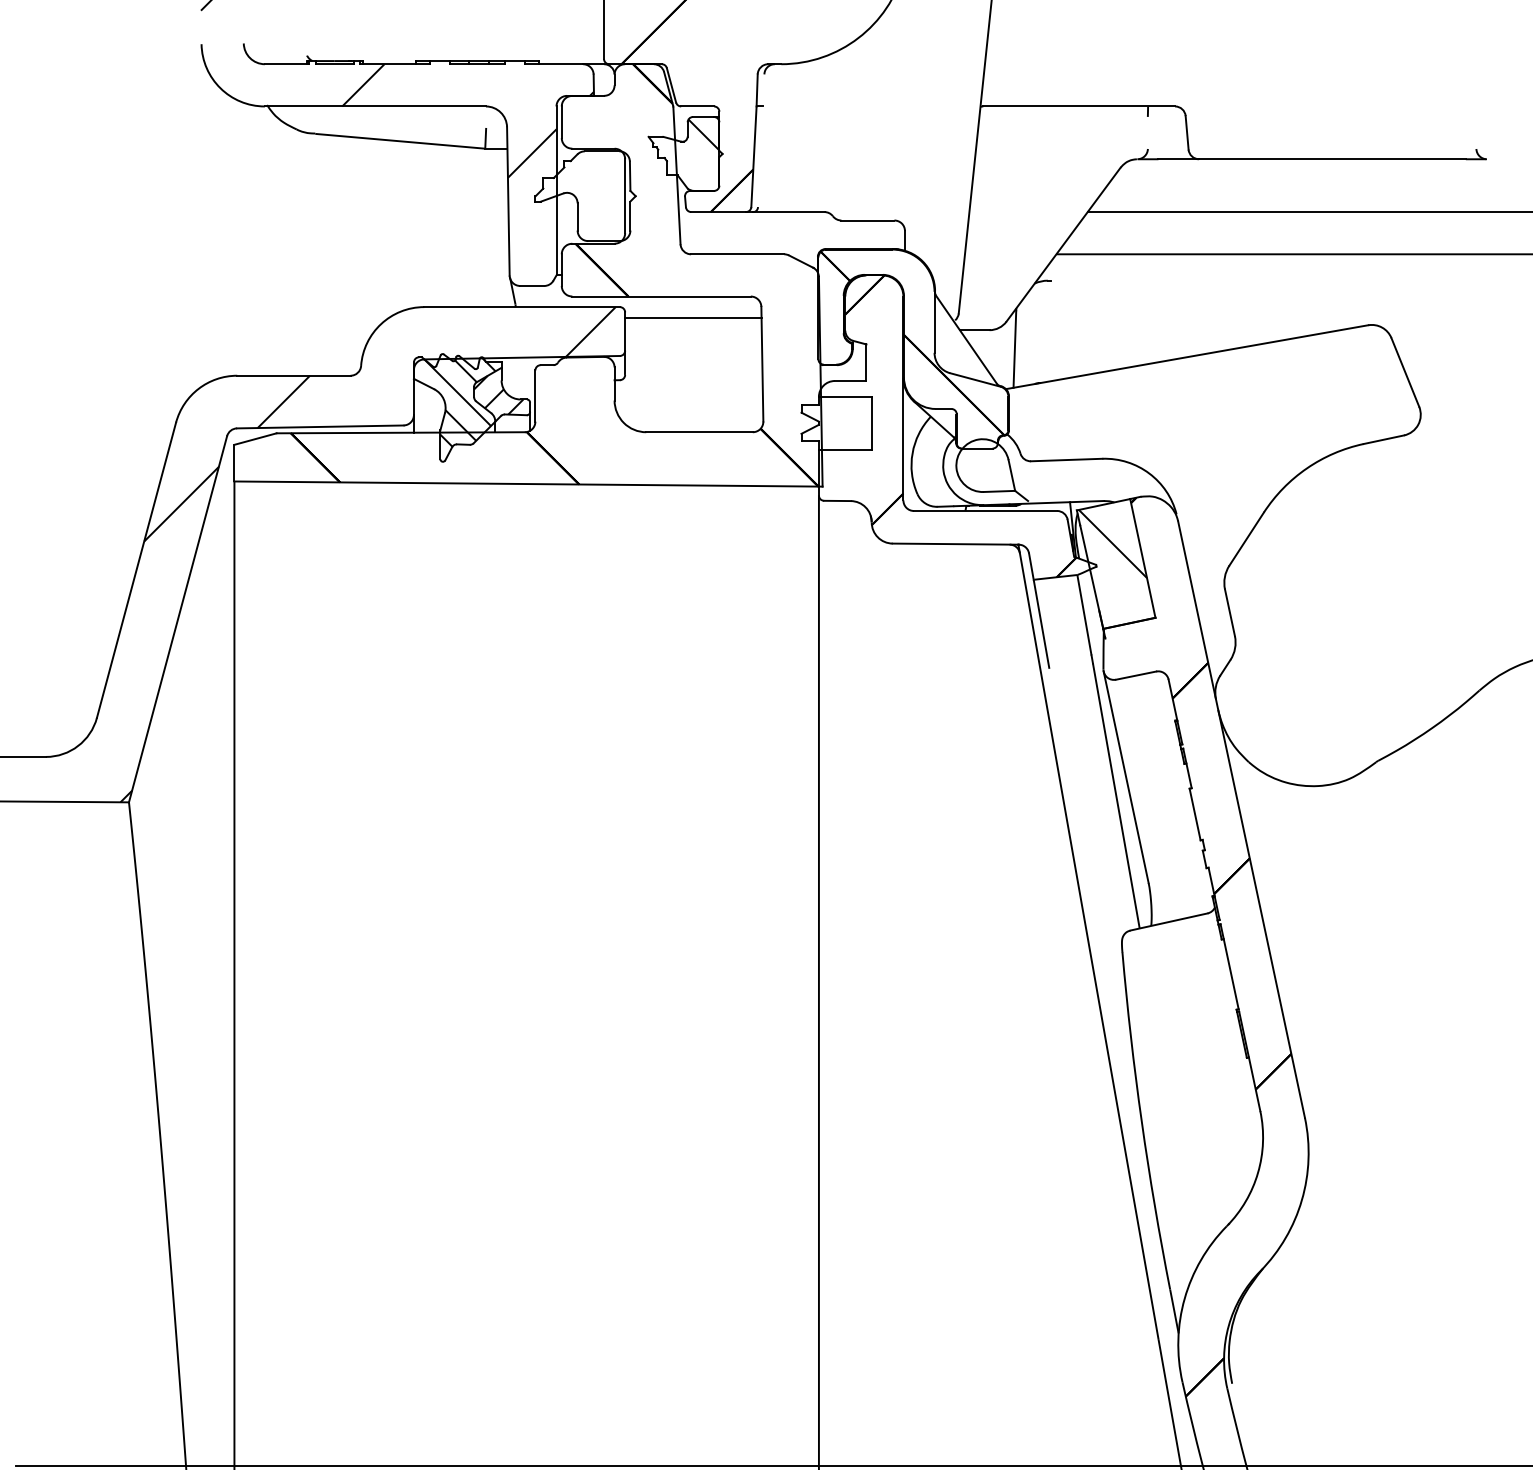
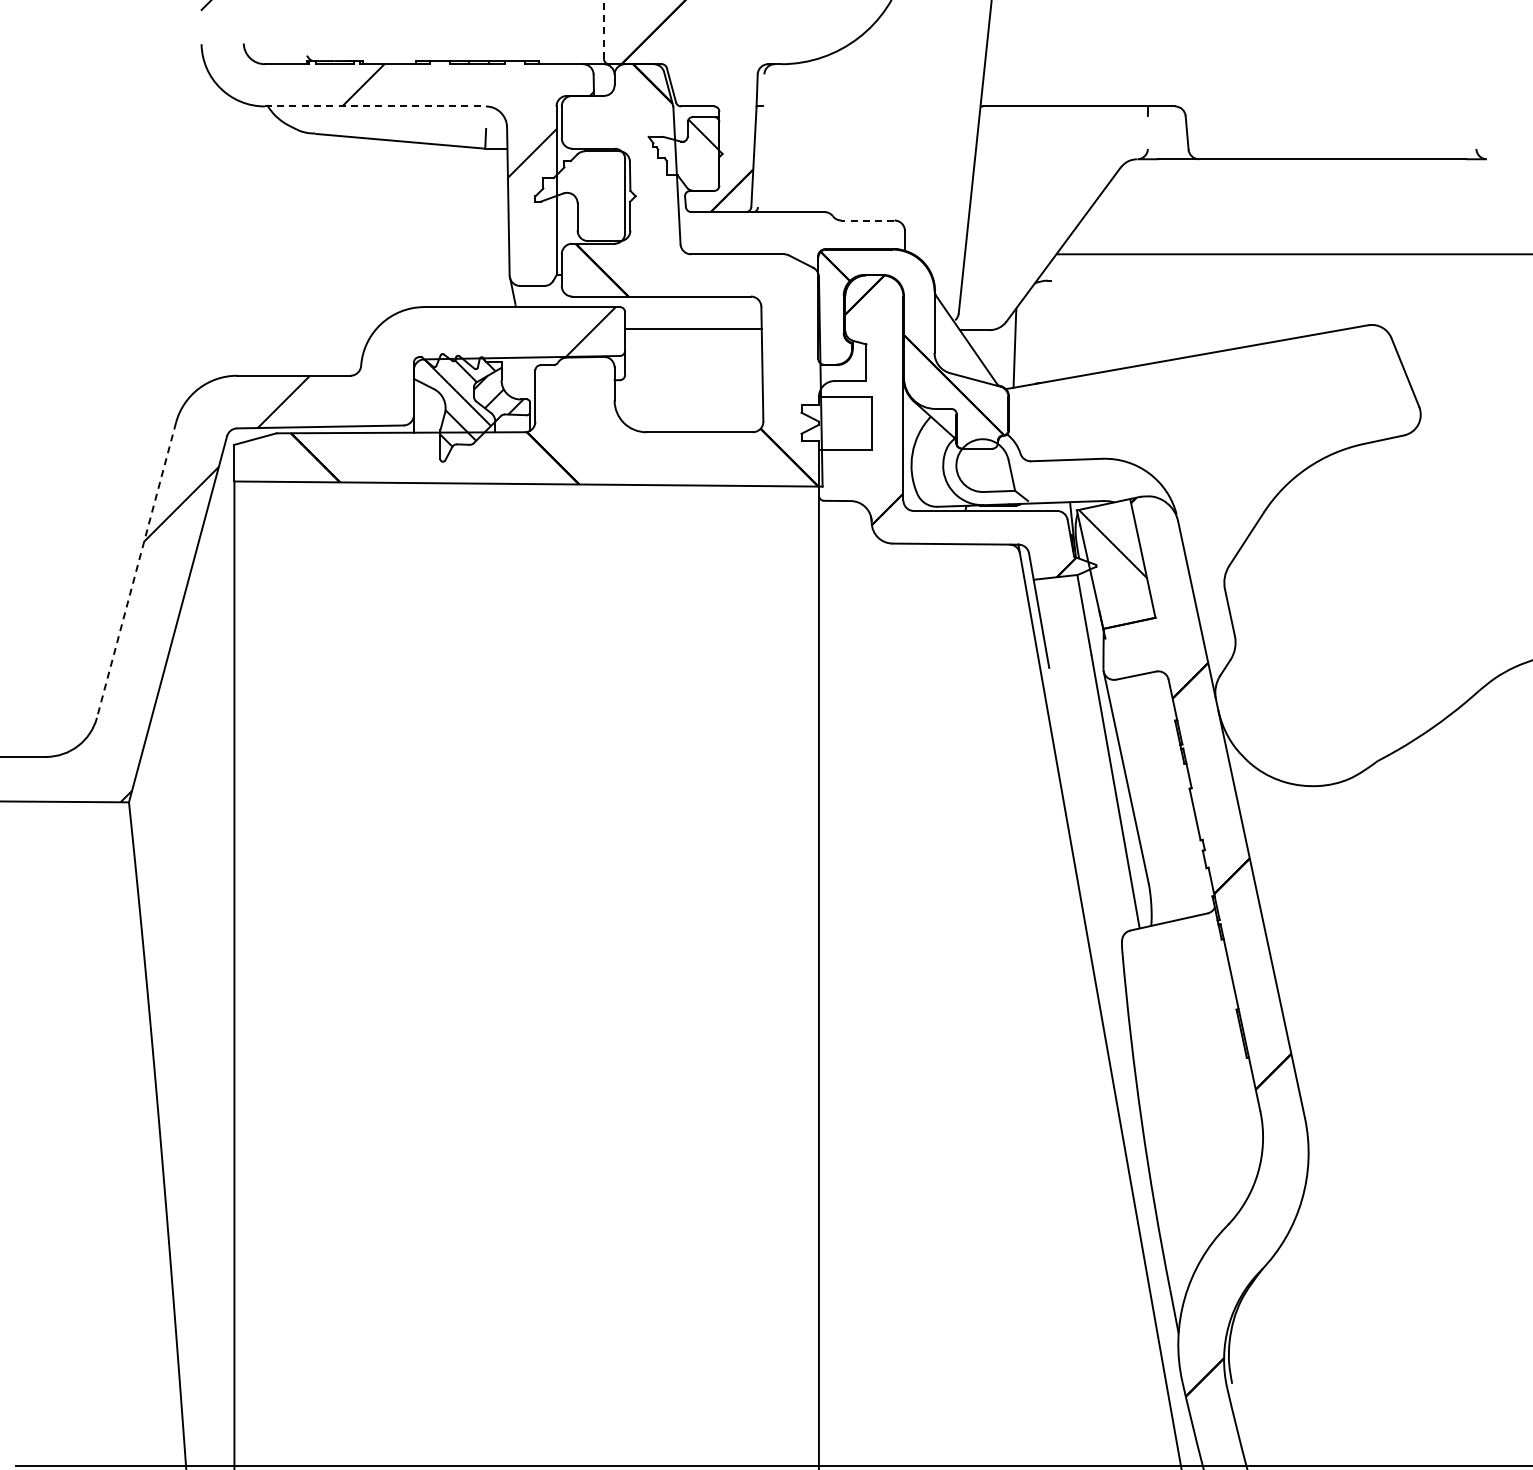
line at (604, 29): solid -> dashed
line at (375, 106): solid -> dashed
line at (1308, 212): present -> none
line at (867, 220): solid -> dashed
line at (693, 317) position: (693, 317) -> (693, 328)
line at (136, 570): solid -> dashed
